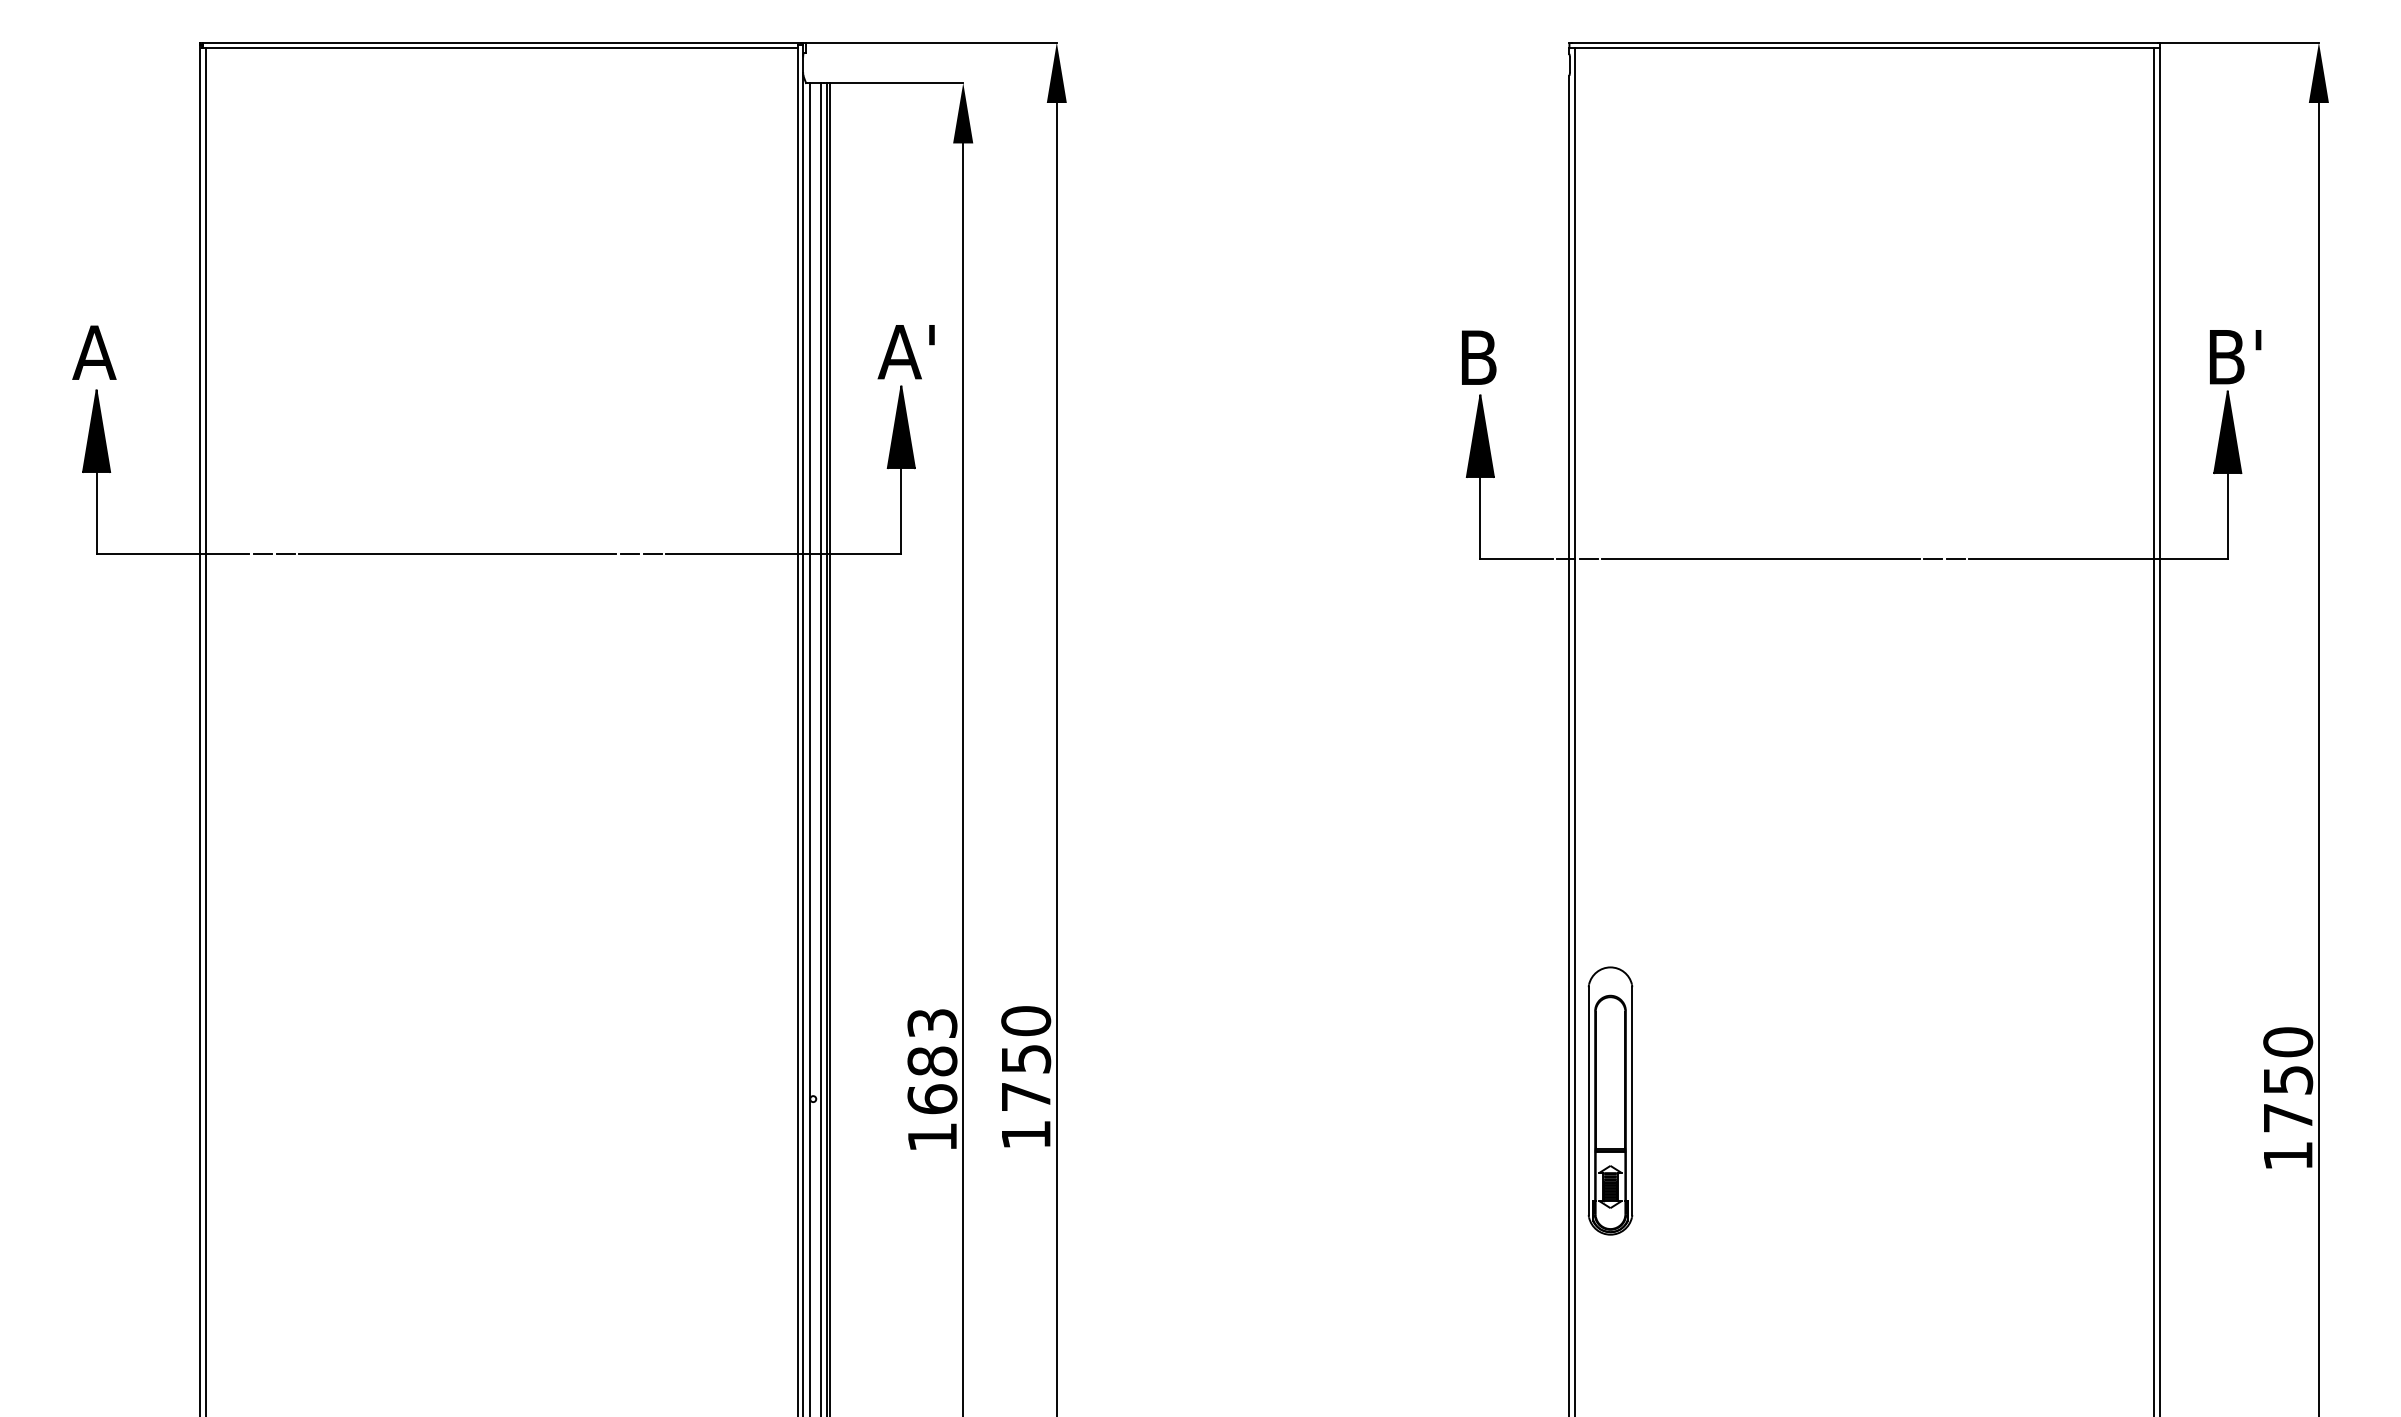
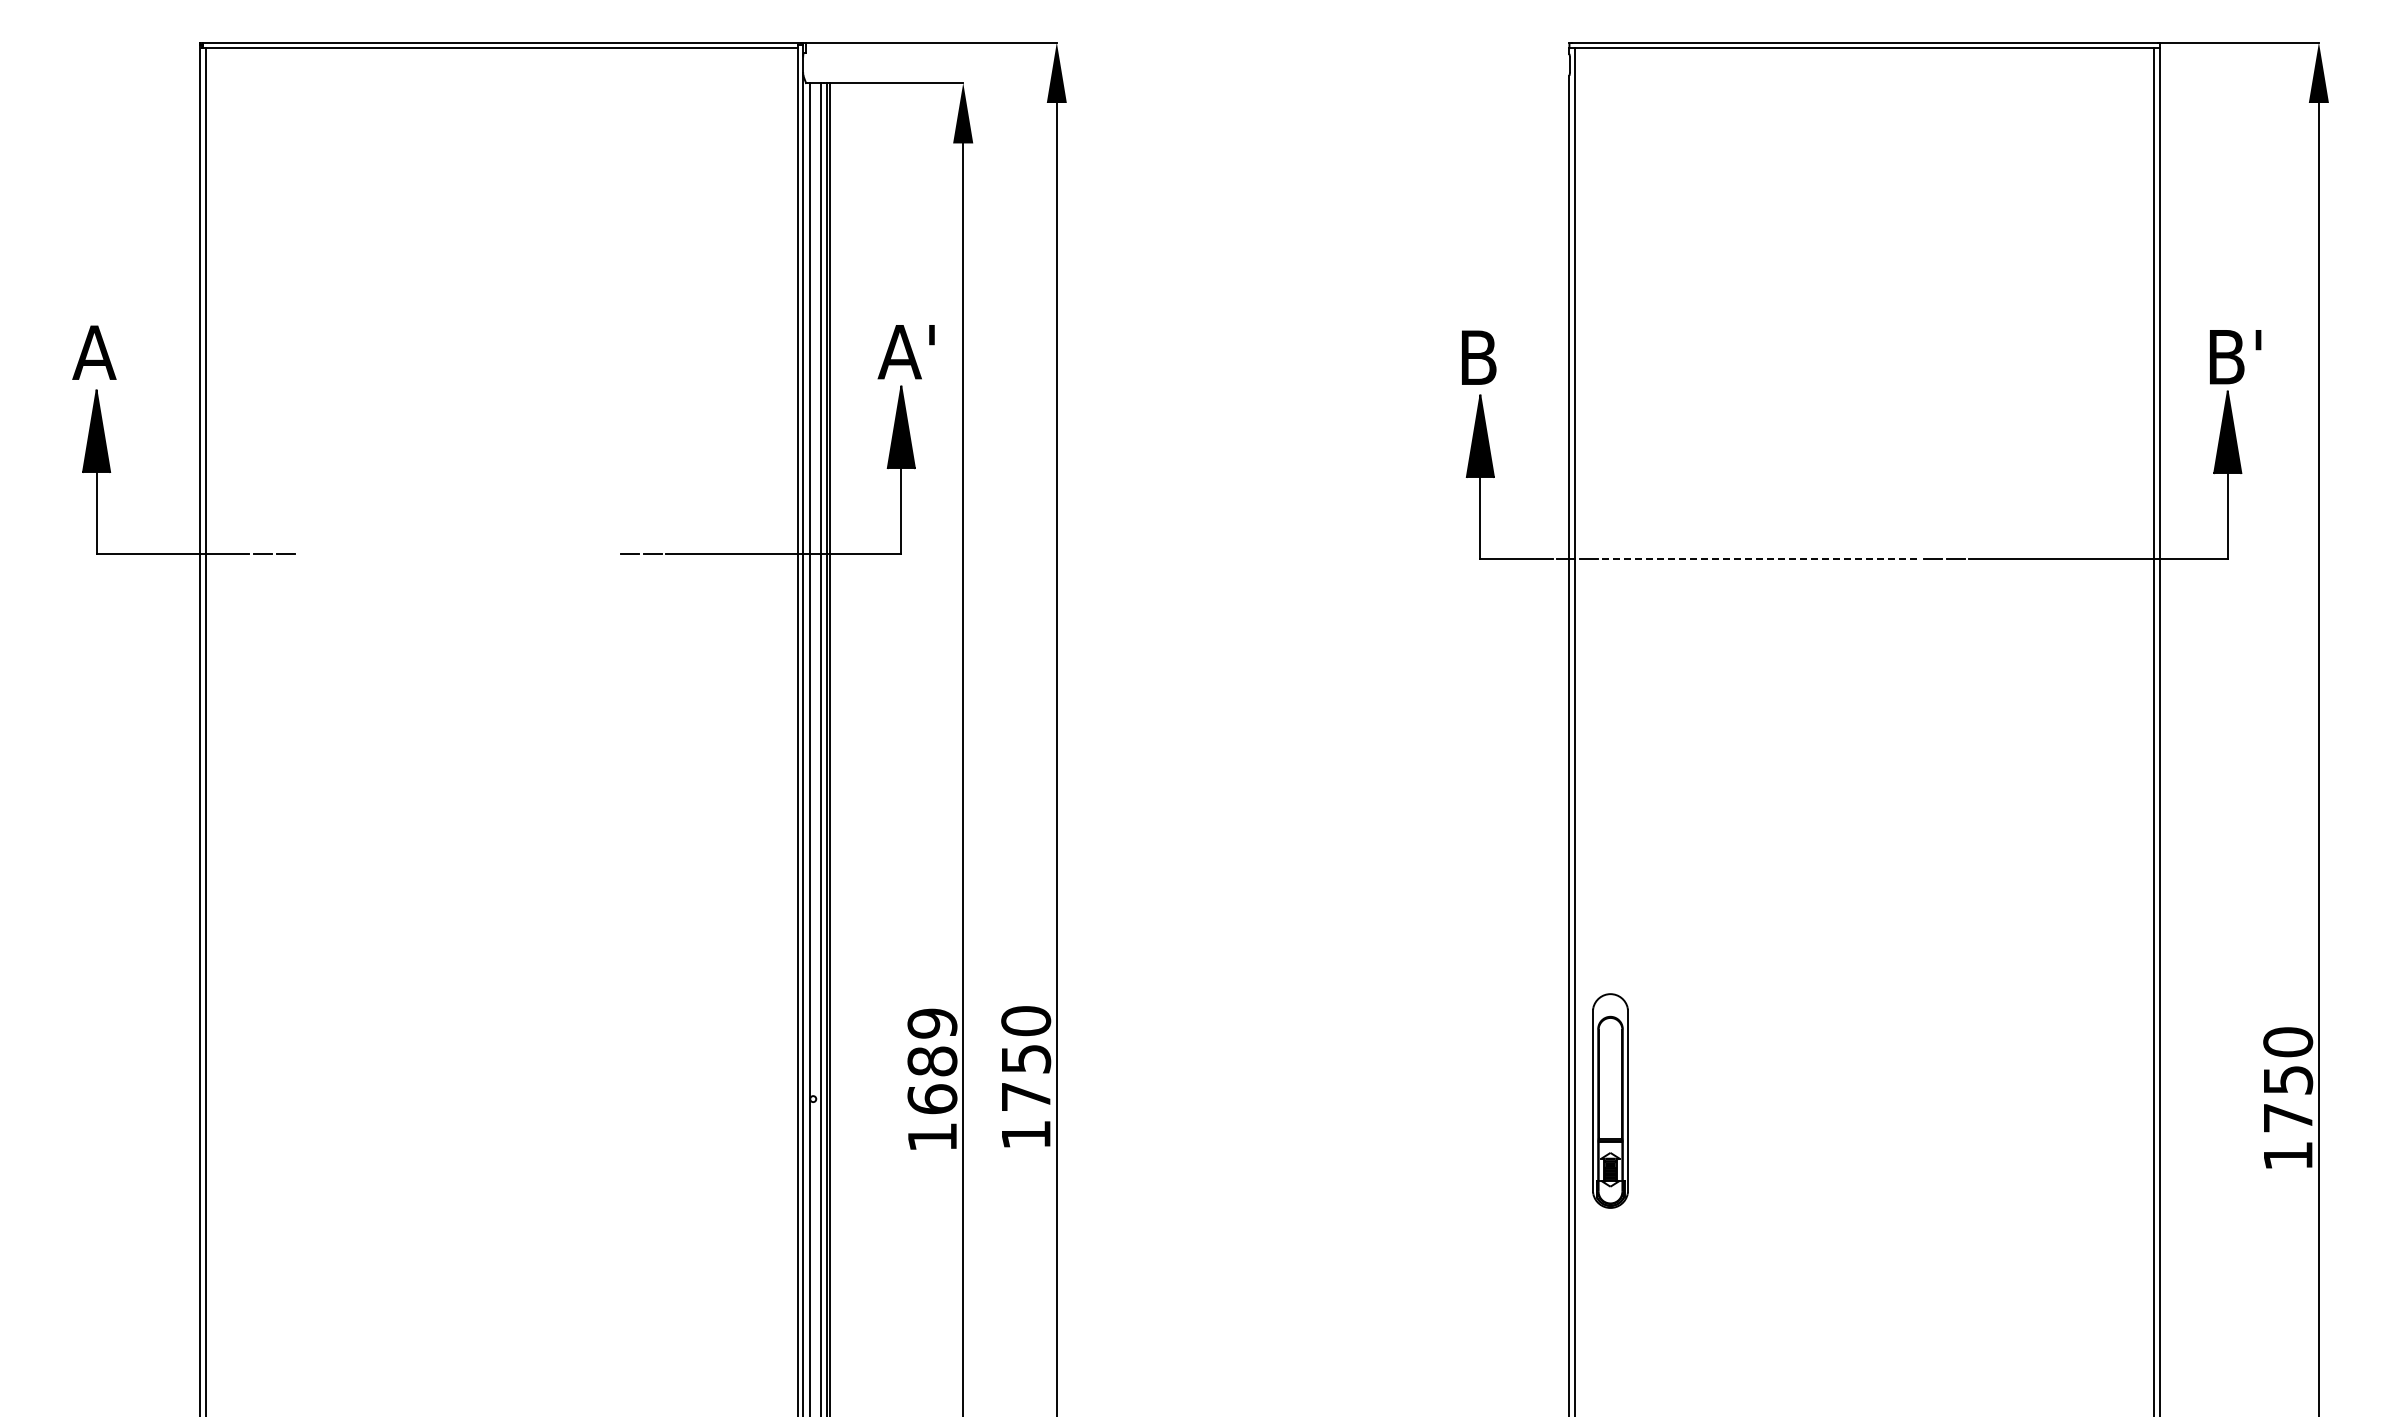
line at (457, 553): present -> none
line at (1761, 558): solid -> dashed
text at (932, 1023): 1683 -> 1689
part at (1610, 1100) size: 47x270 px -> 37x216 px
